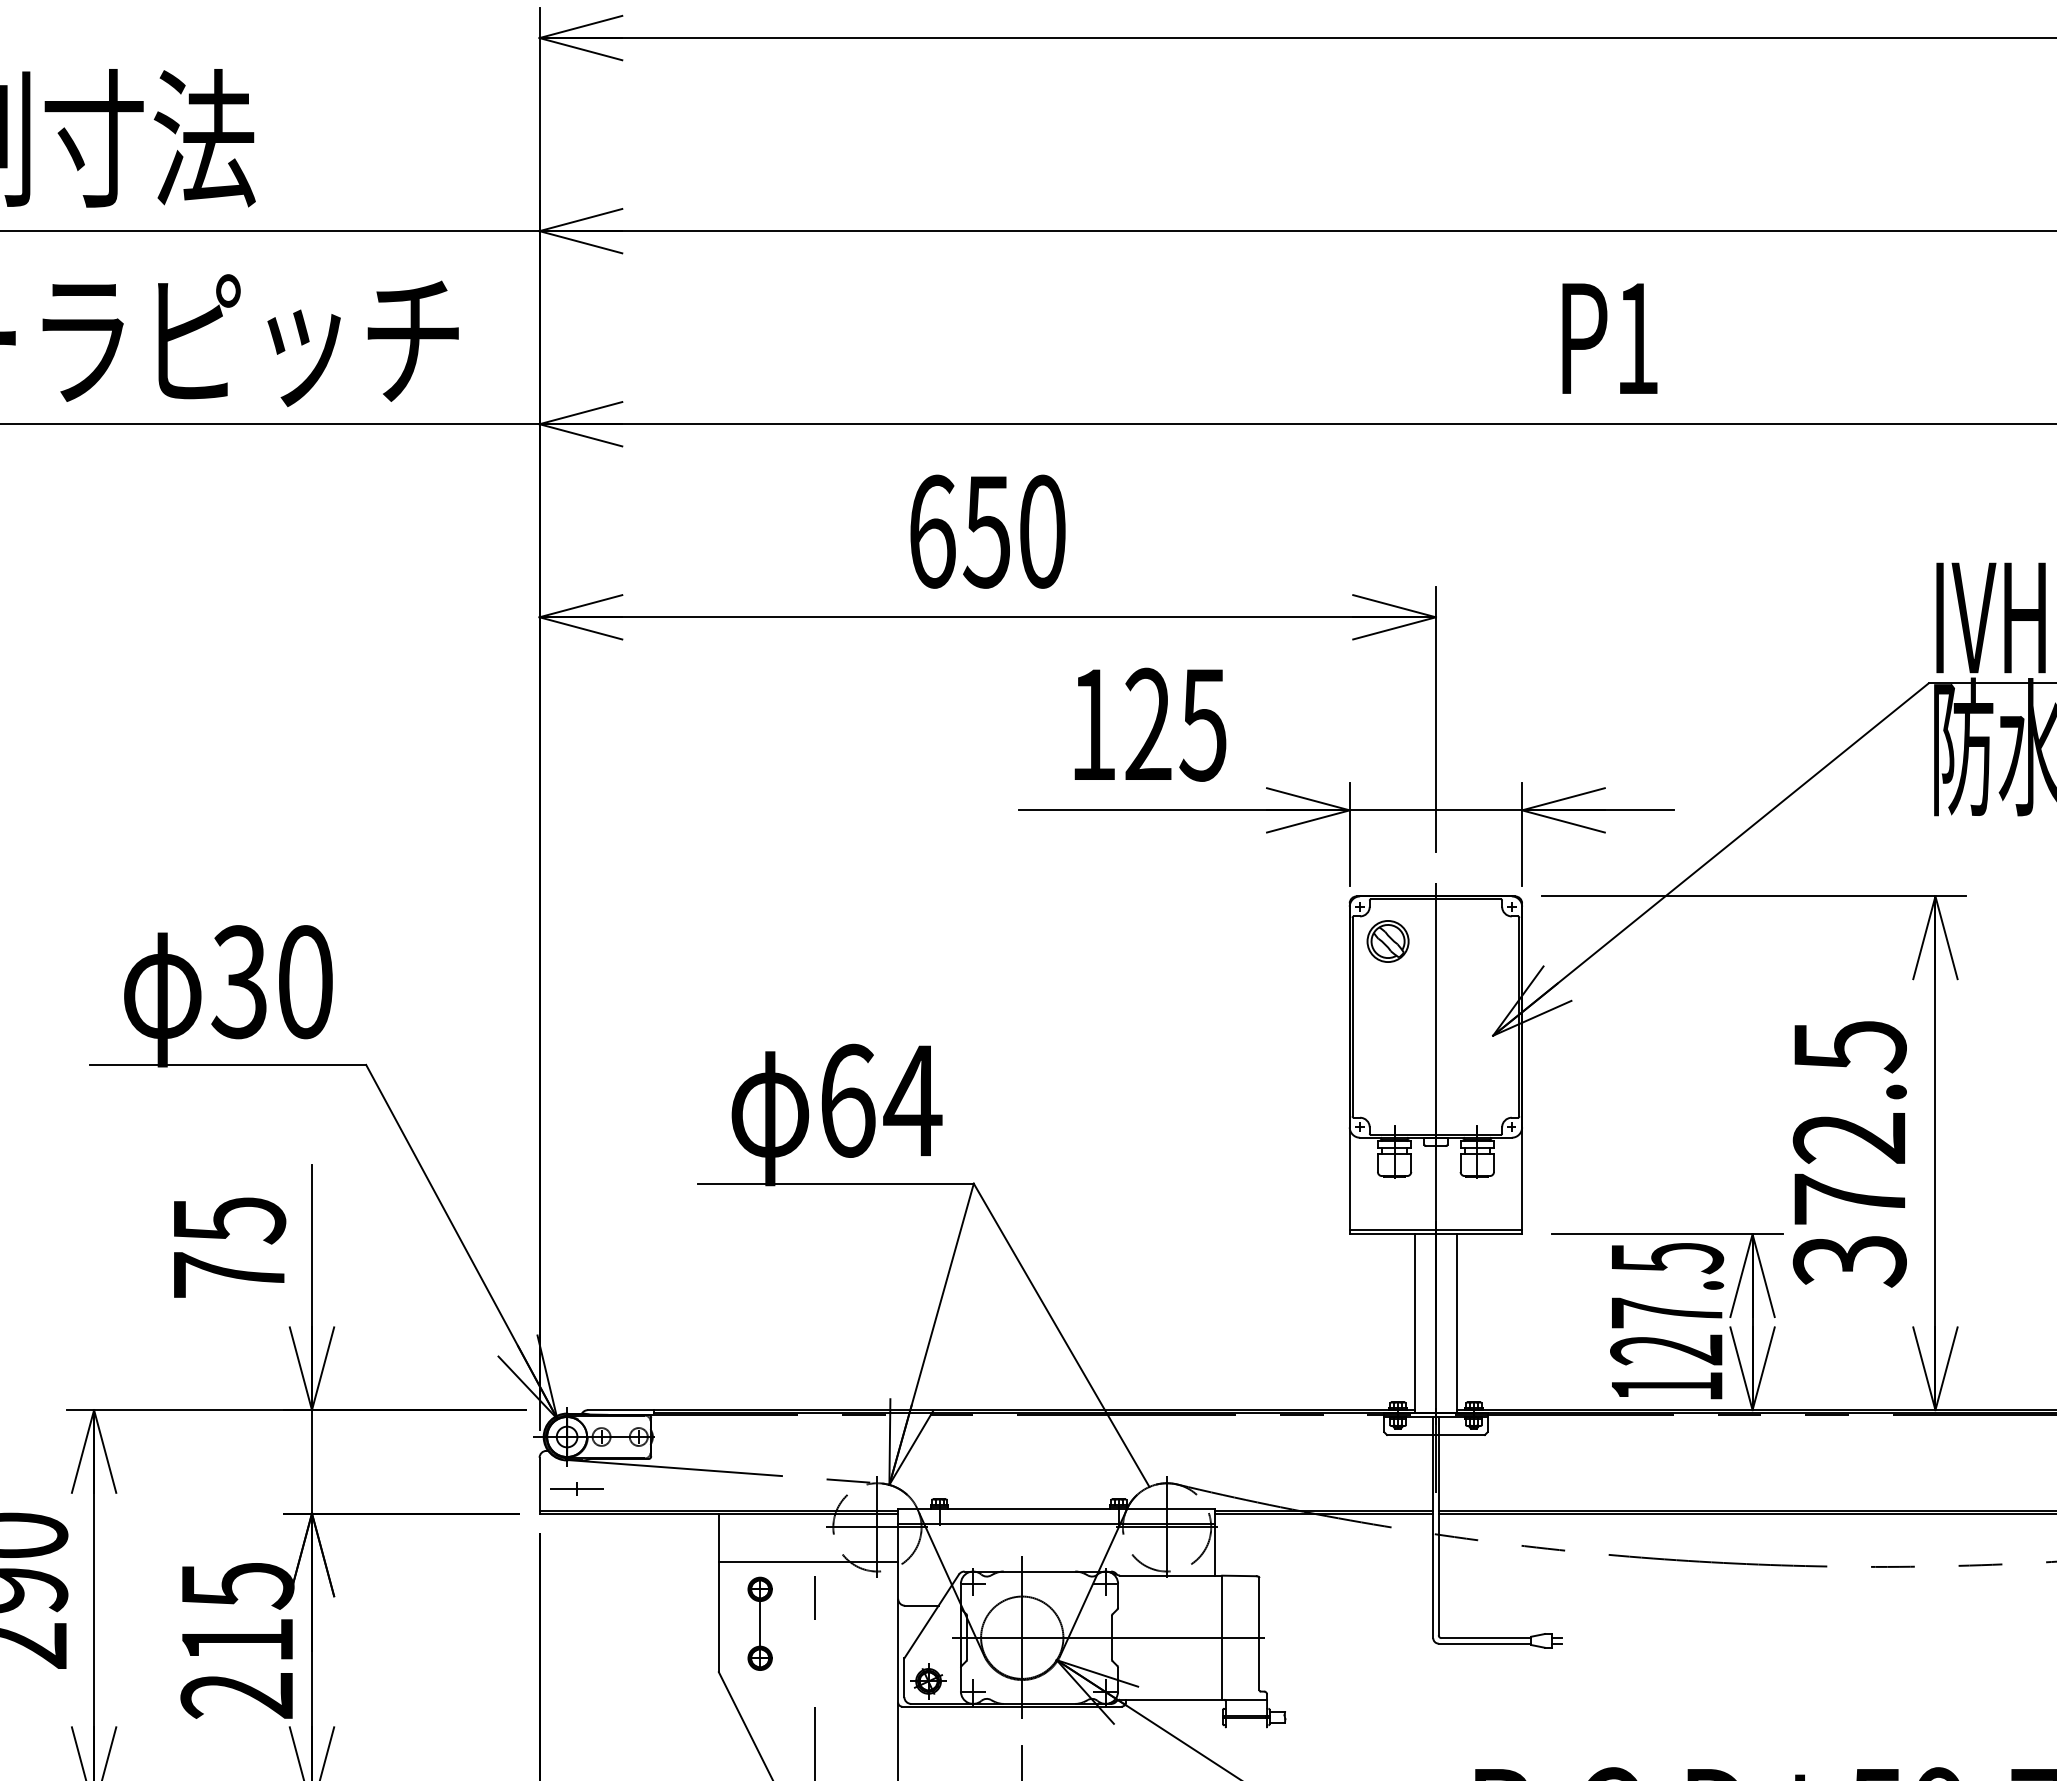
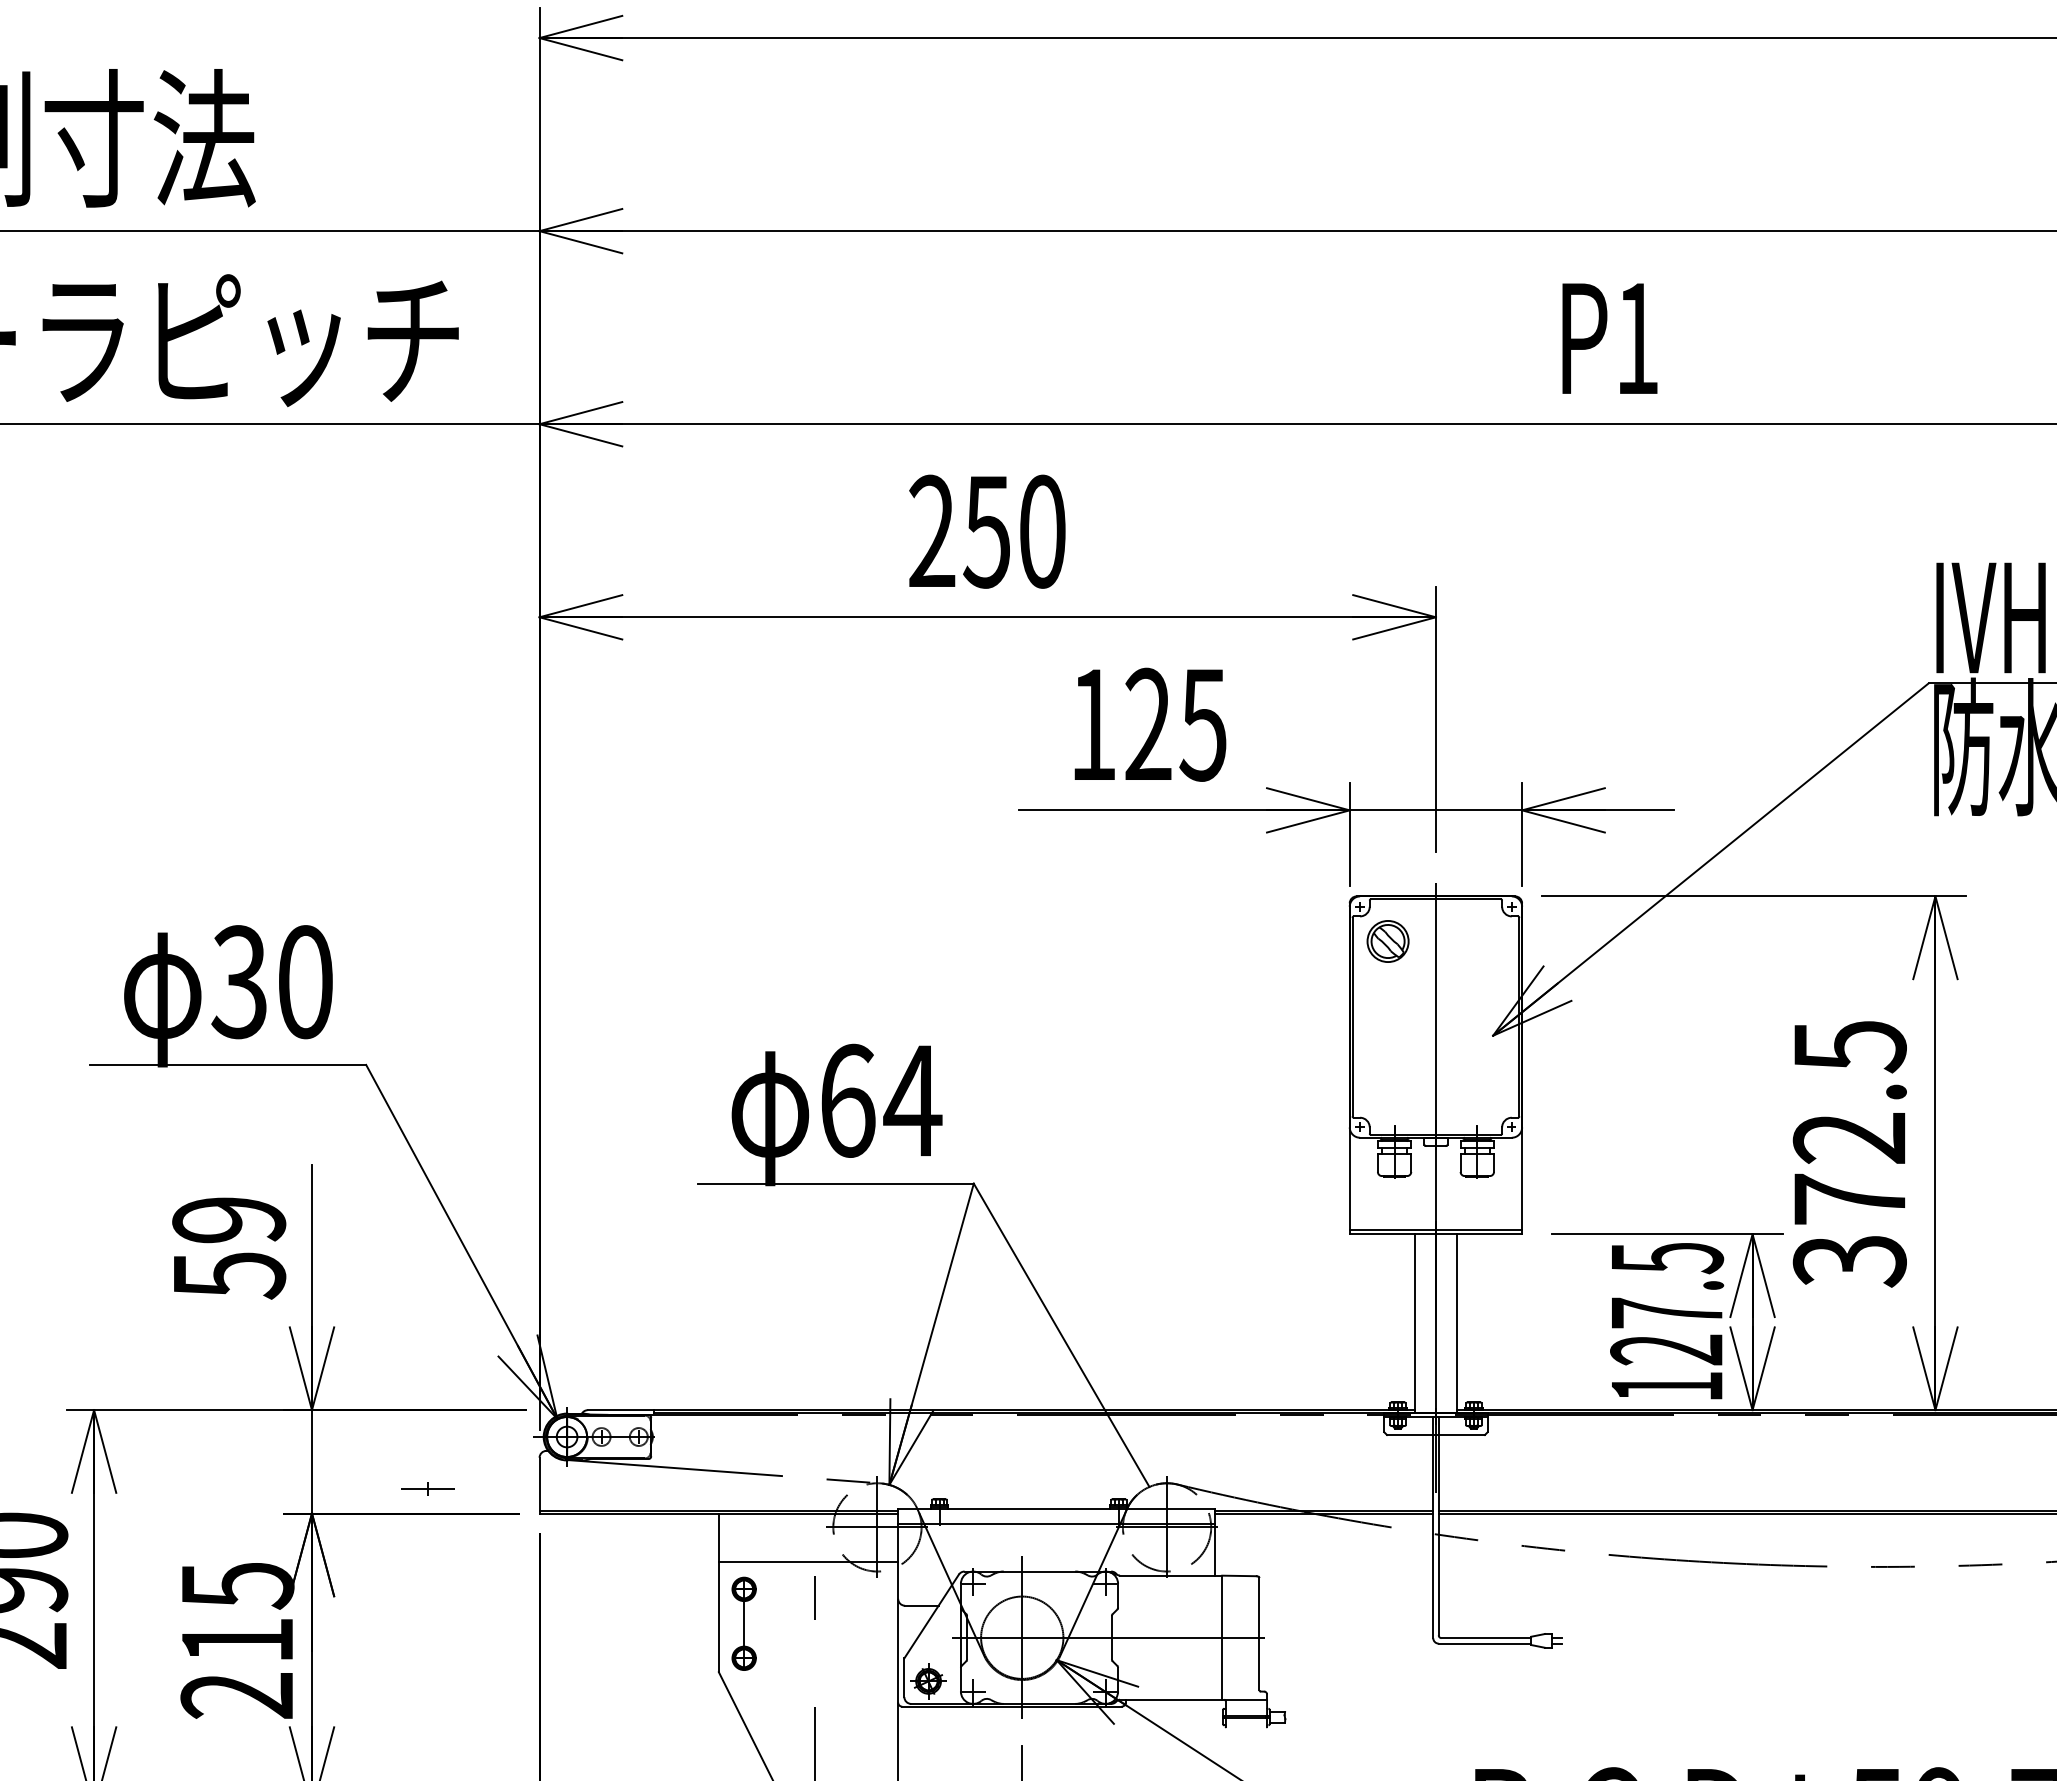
text at (932, 531): 650 -> 250
text at (229, 1248): 75 -> 59
part at (576, 1488) position: (576, 1488) -> (427, 1488)
part at (759, 1623) position: (759, 1623) -> (743, 1623)
